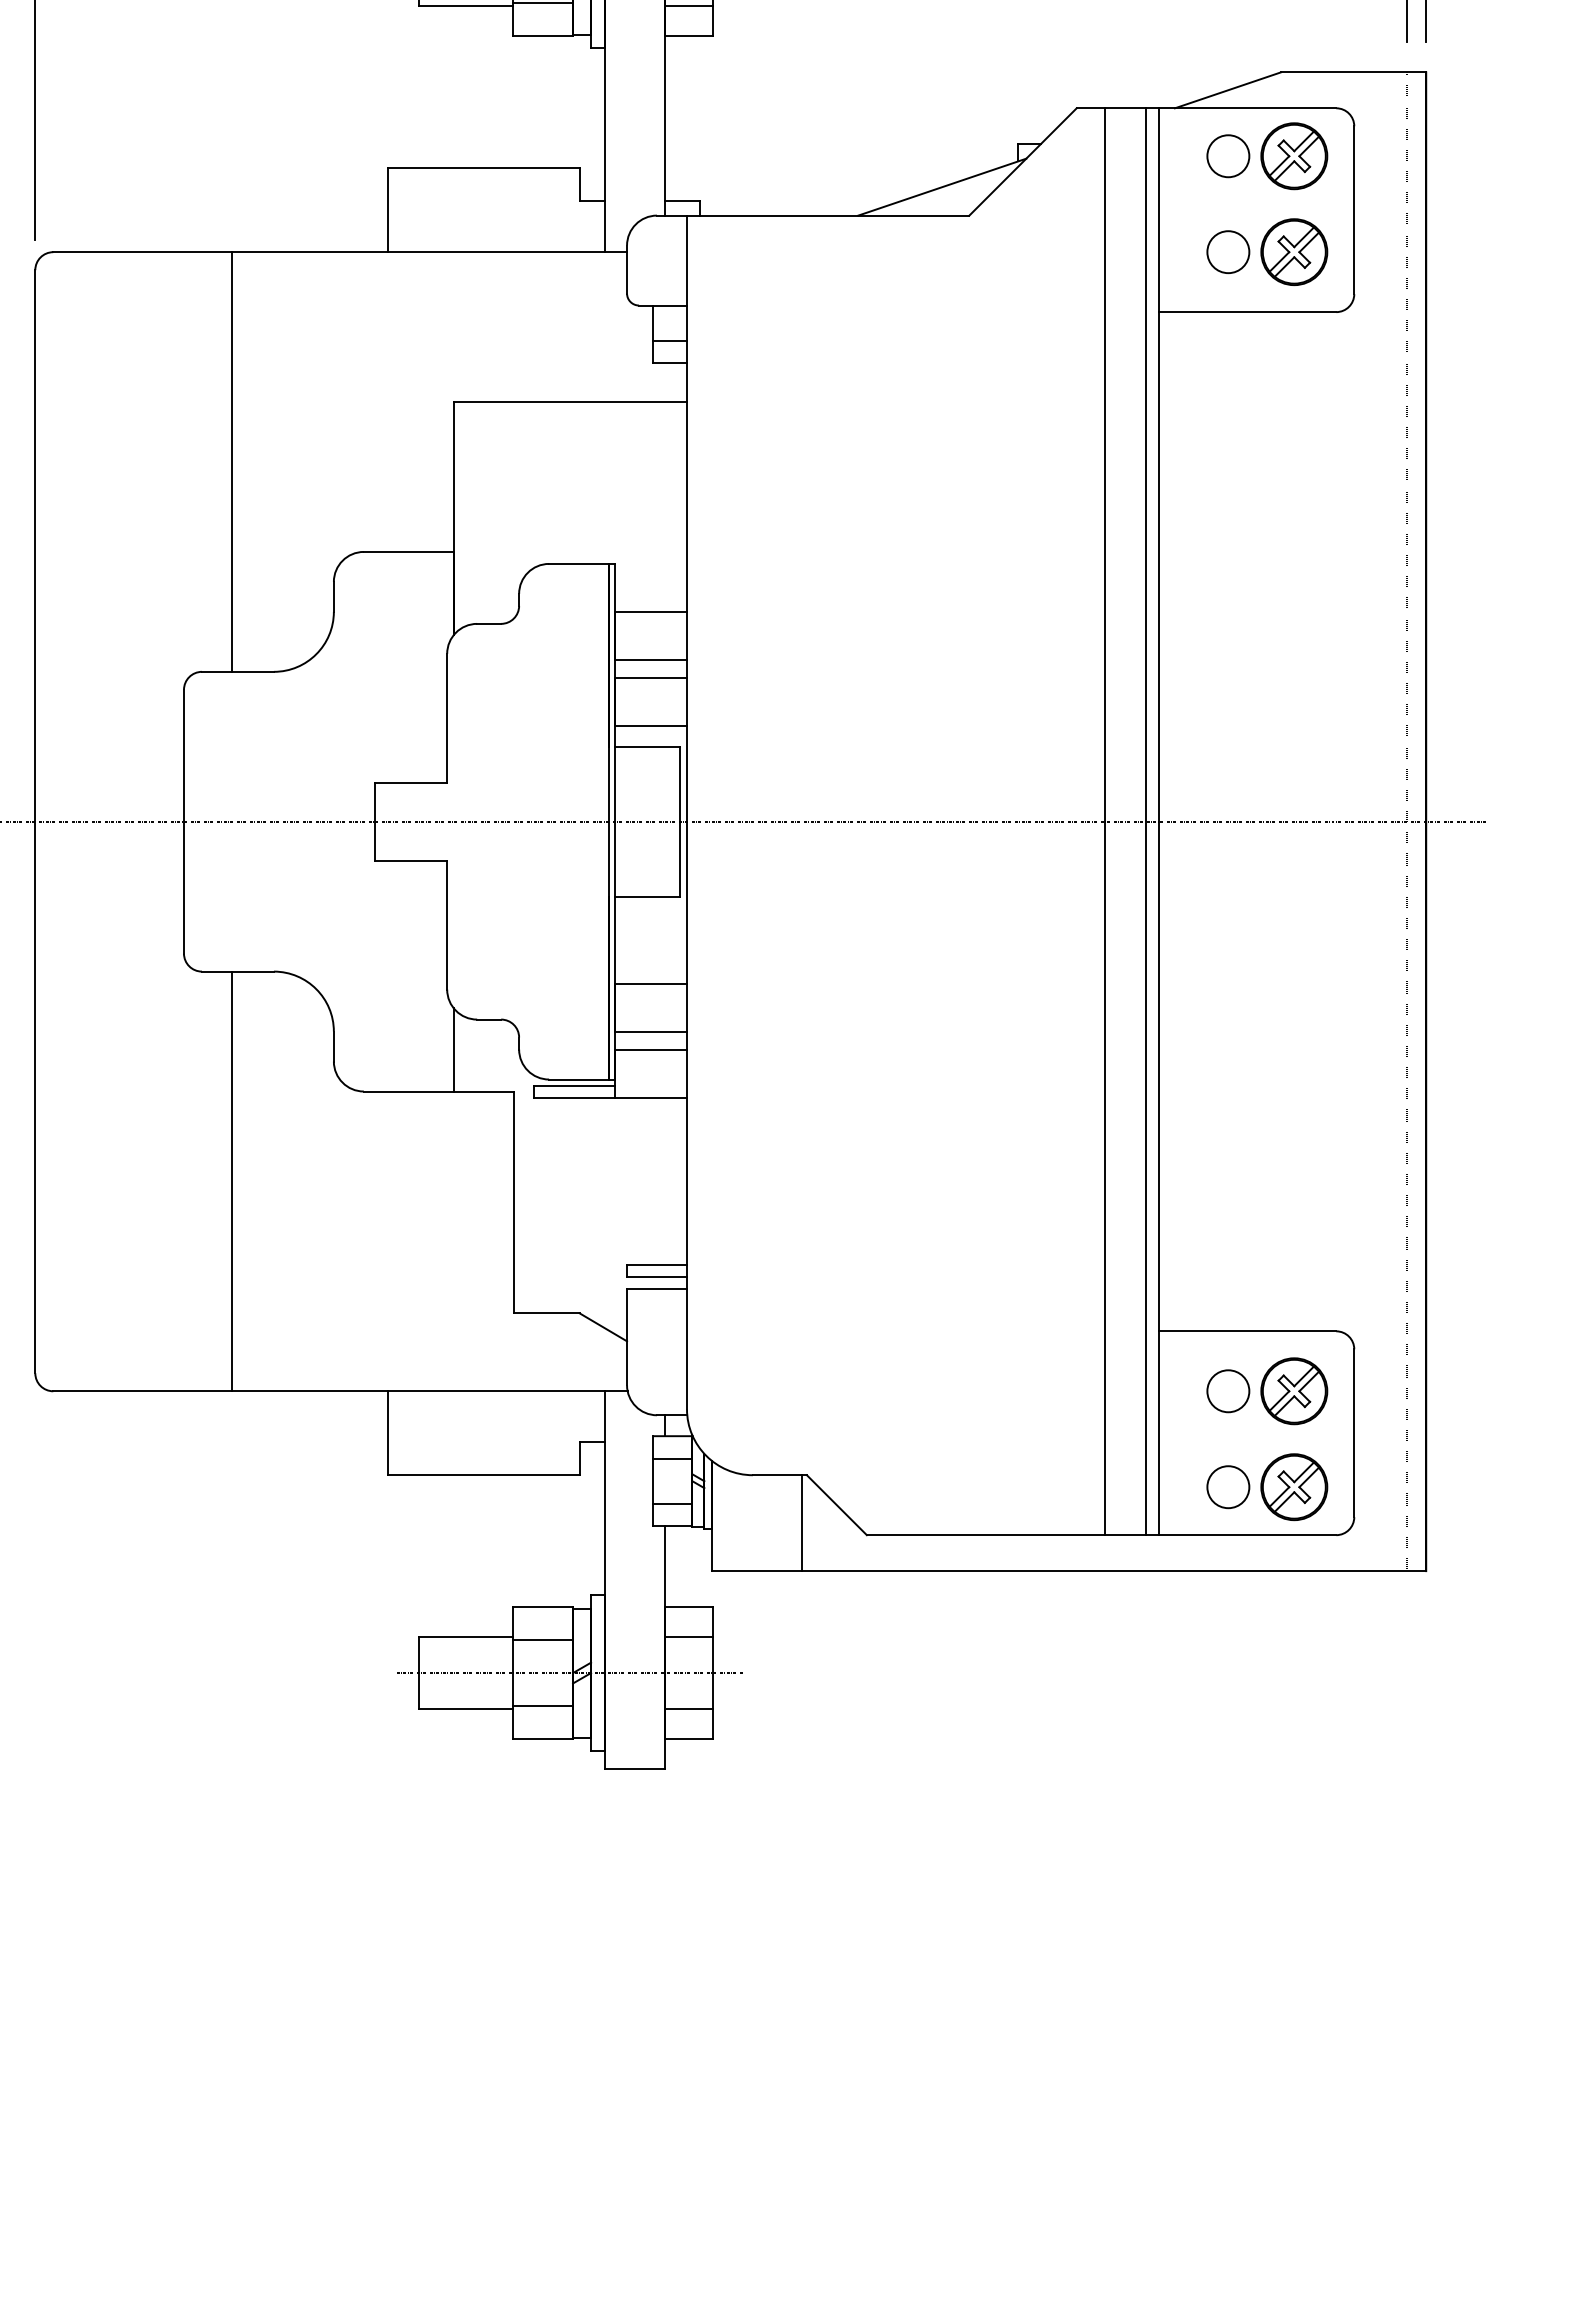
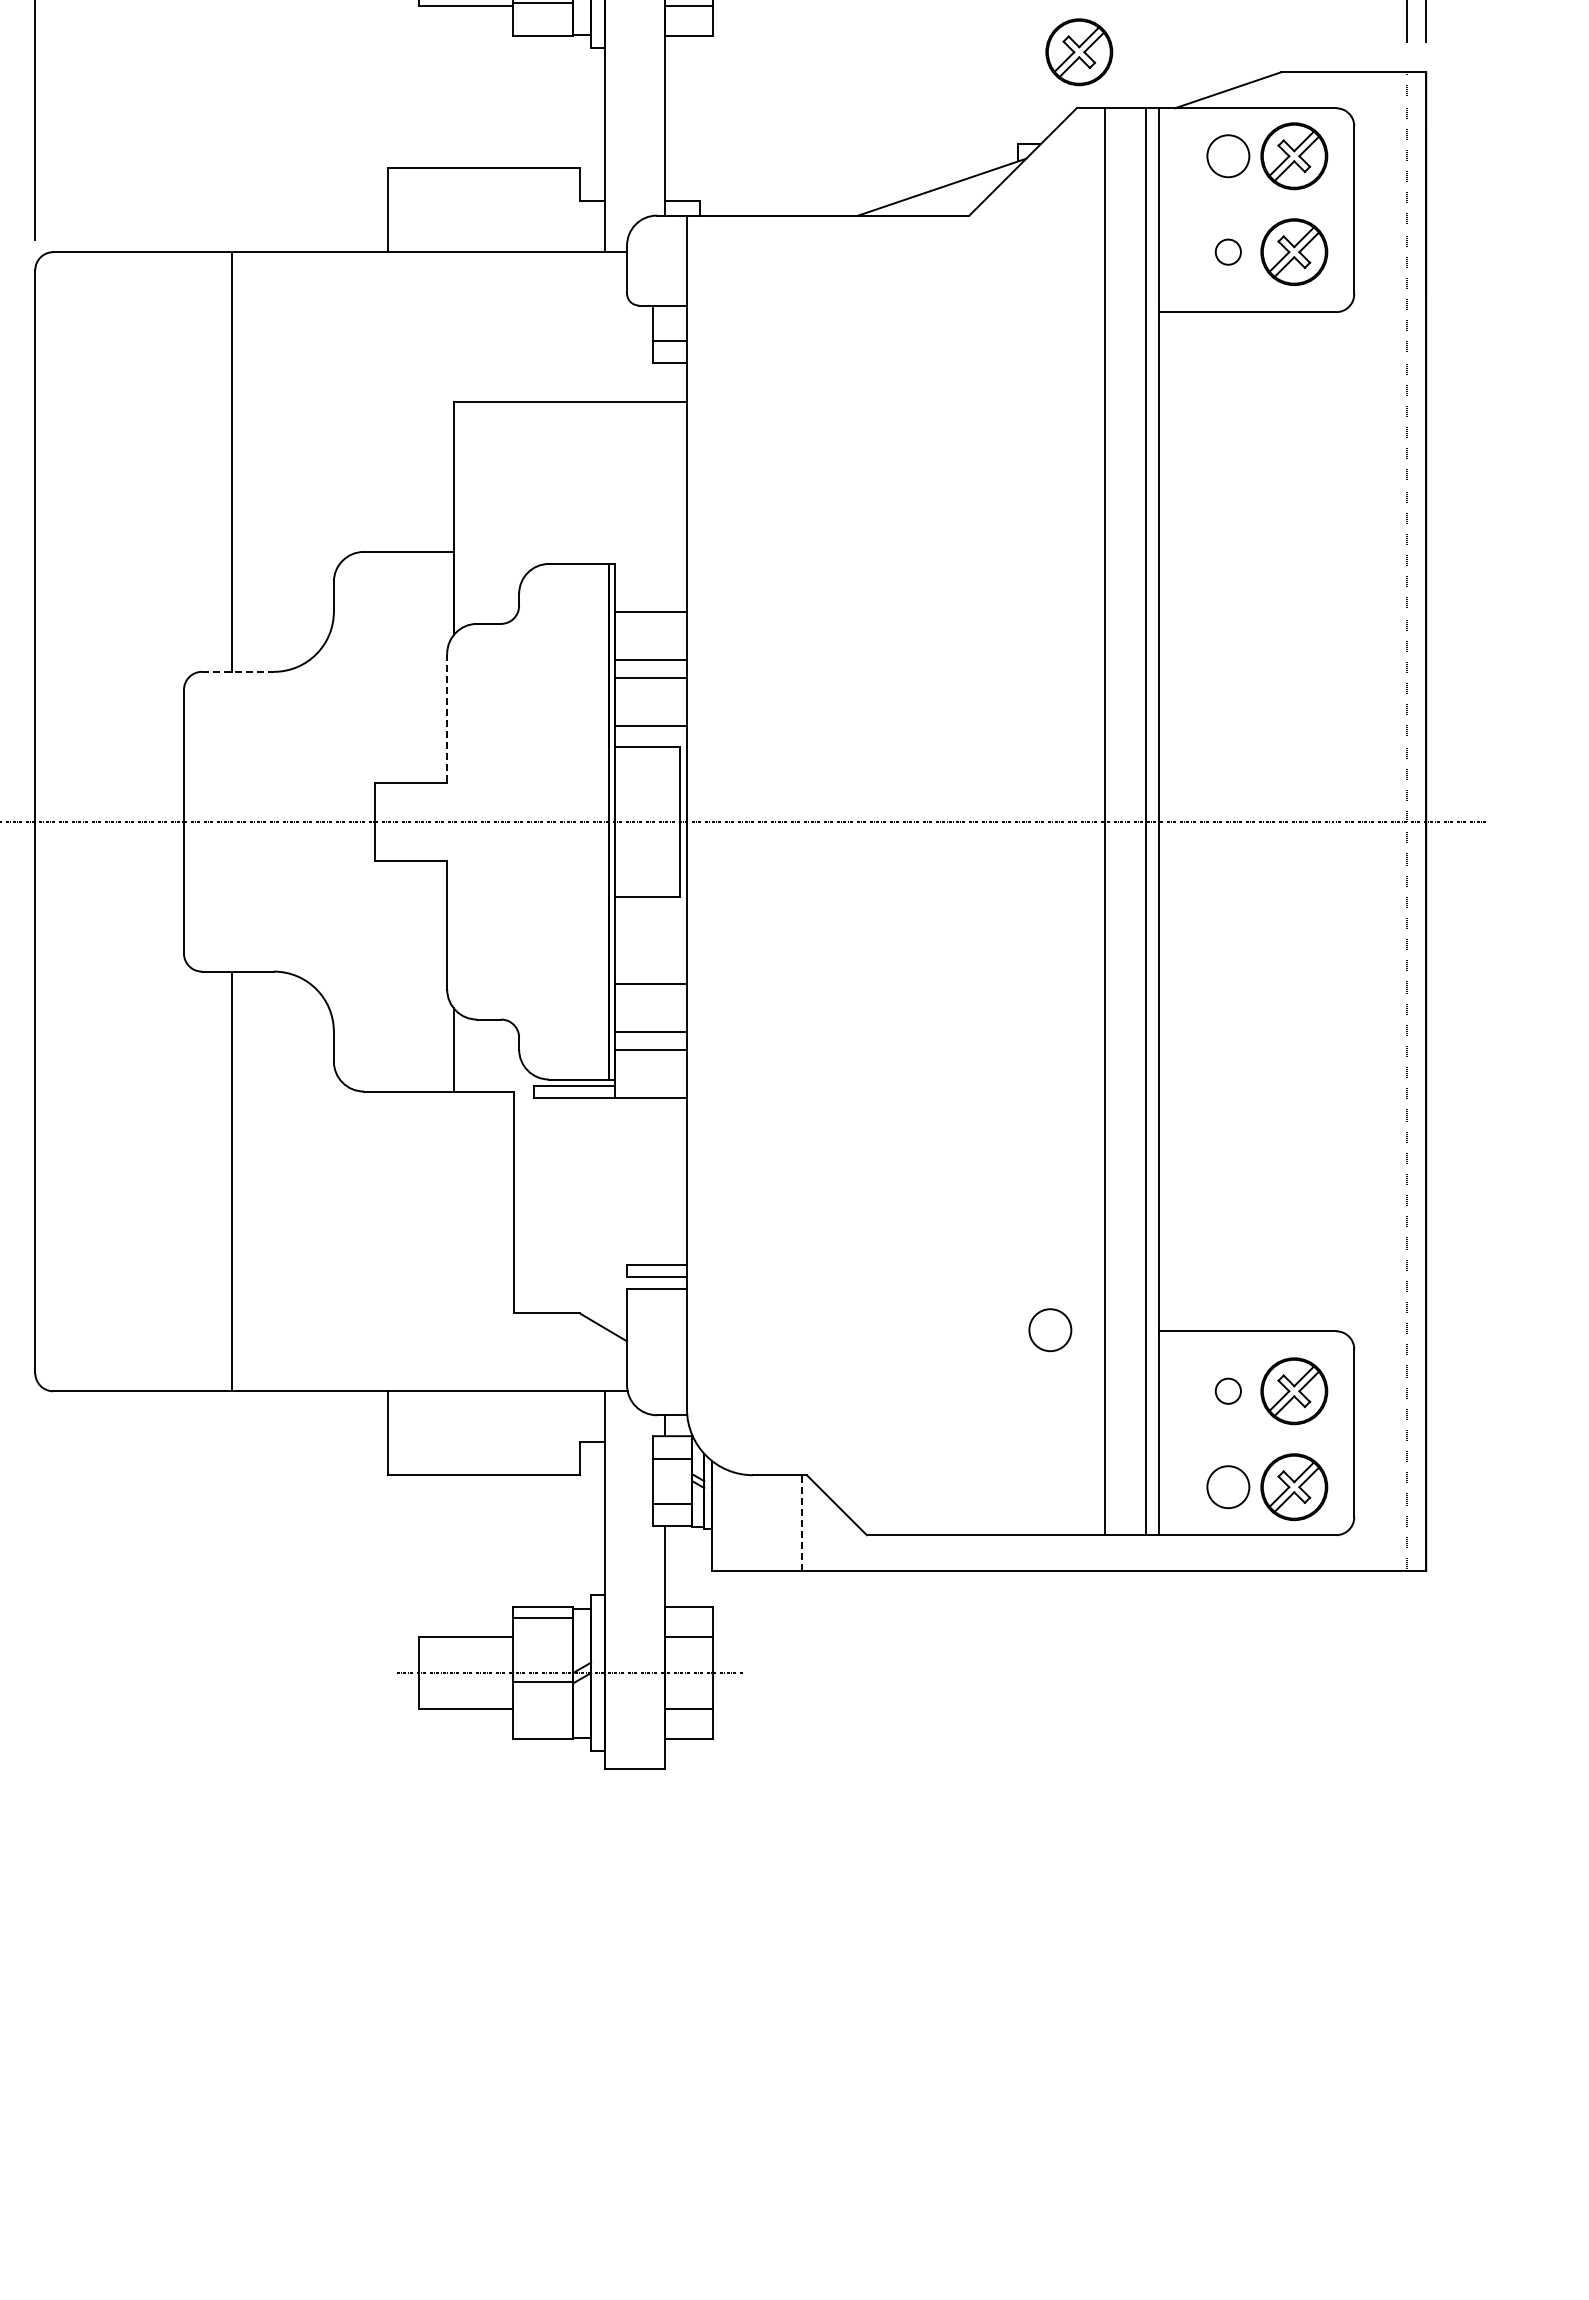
part at (1079, 52): none -> present
circle at (1228, 252) diameter: 42 px -> 25 px
line at (237, 671): solid -> dashed
line at (447, 718): solid -> dashed
circle at (1050, 1330): none -> present
circle at (1228, 1391) diameter: 42 px -> 25 px
line at (801, 1523): solid -> dashed
line at (543, 1640) position: (543, 1640) -> (543, 1618)
line at (543, 1705) position: (543, 1705) -> (543, 1681)
